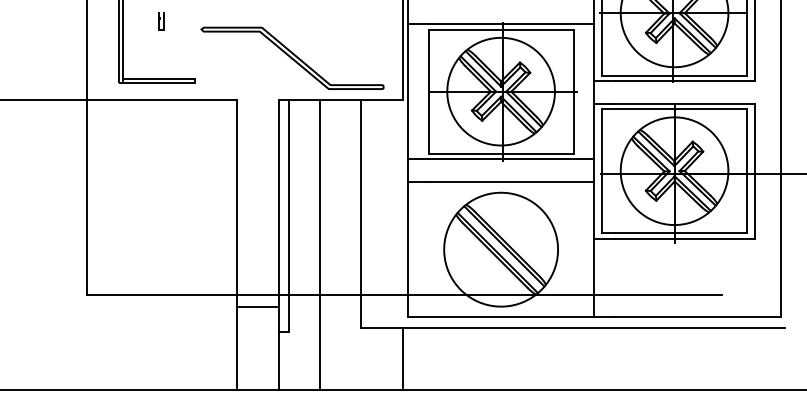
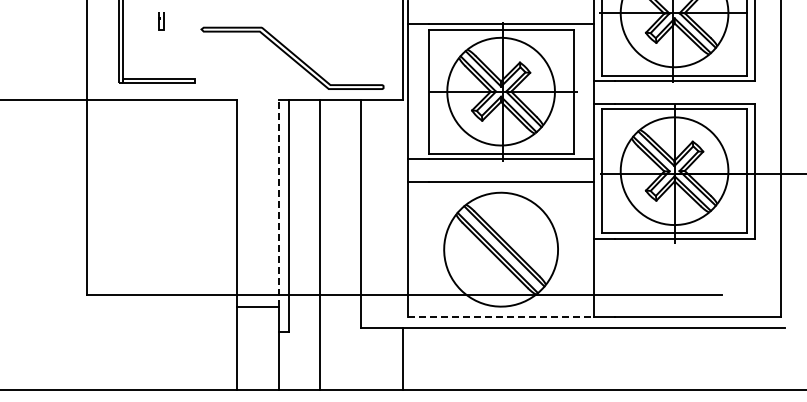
line at (278, 203): solid -> dashed
line at (501, 316): solid -> dashed
